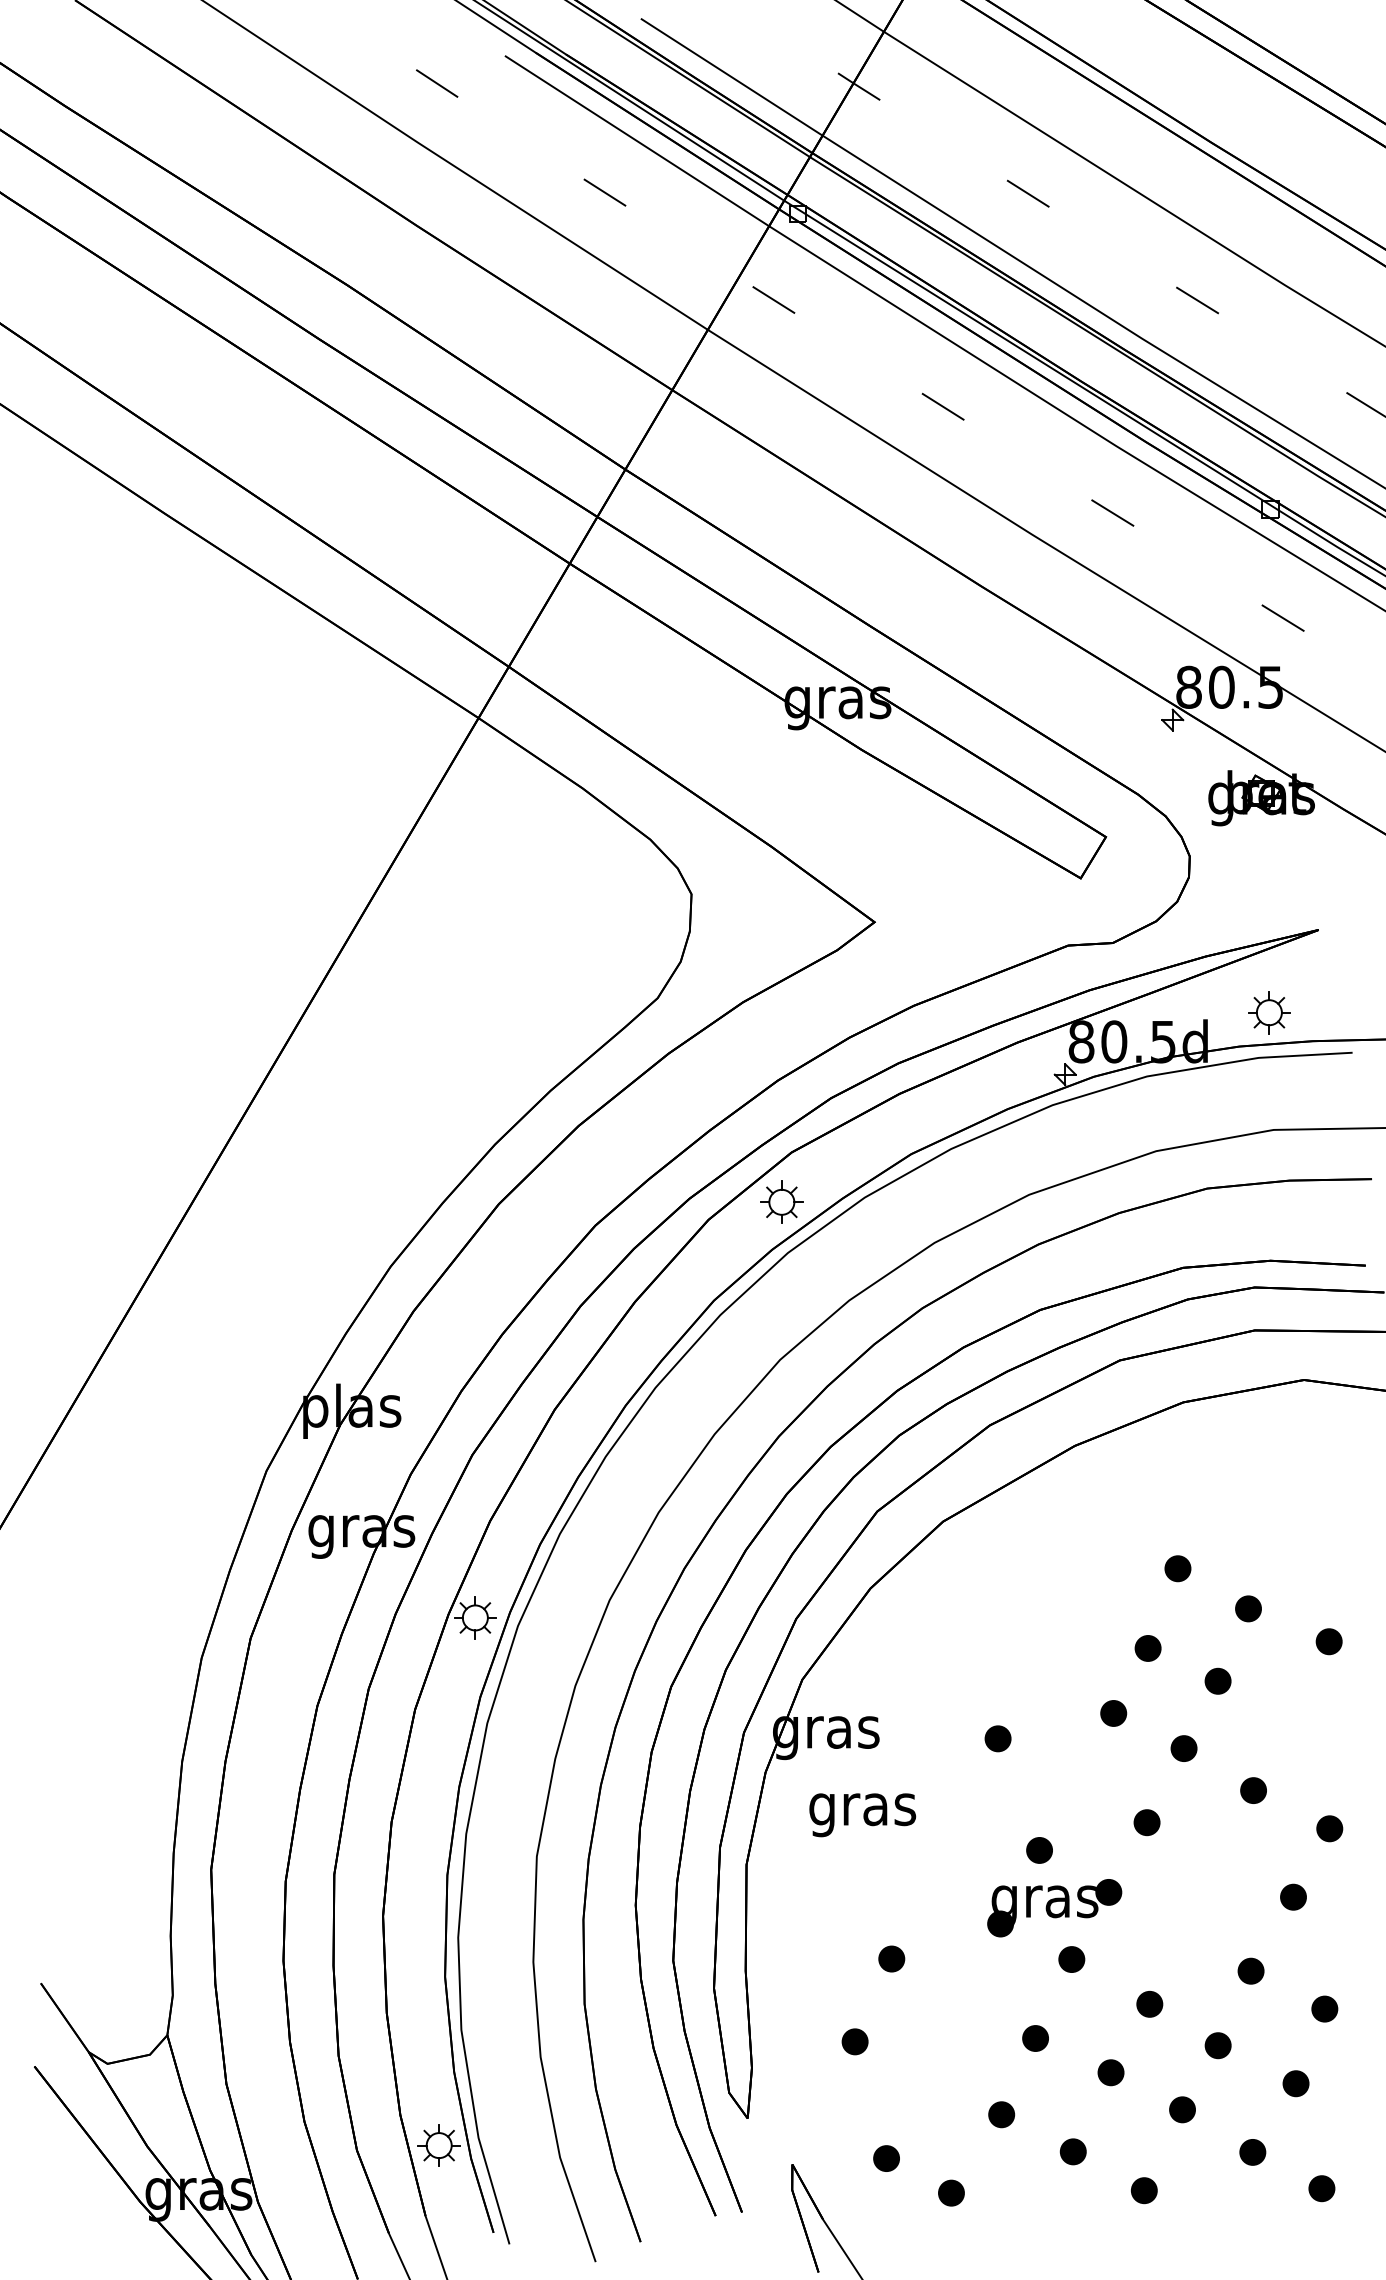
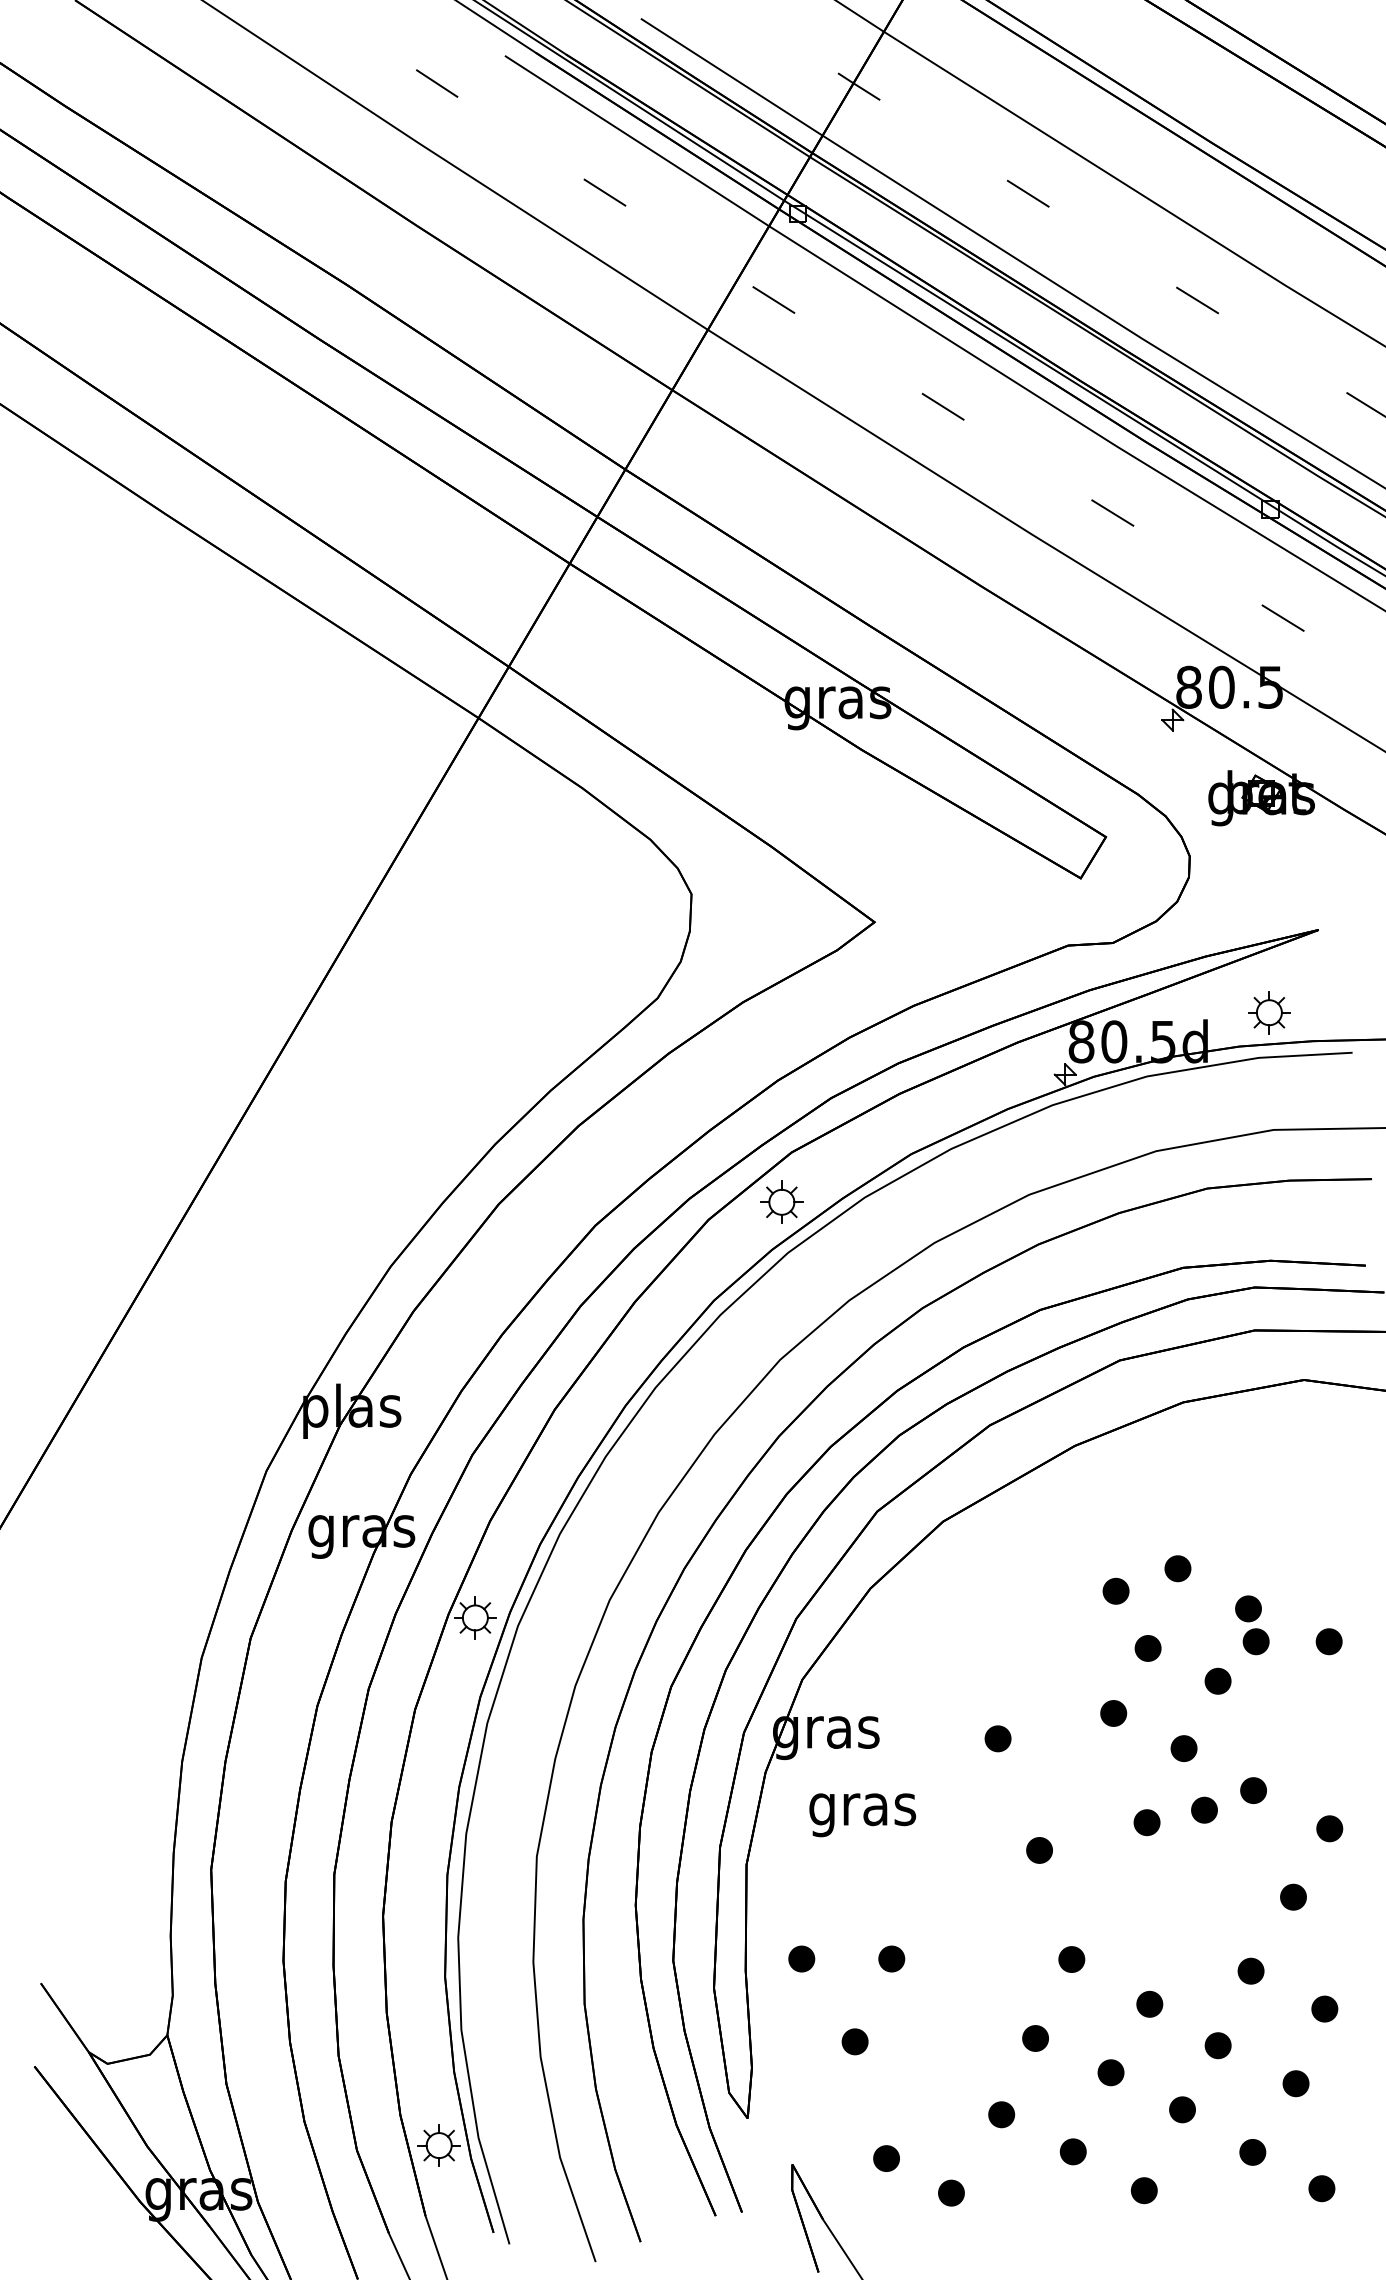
part at (1115, 1590): none -> present
part at (1255, 1641): none -> present
part at (1204, 1809): none -> present
part at (1054, 1908): present -> none
part at (801, 1958): none -> present
